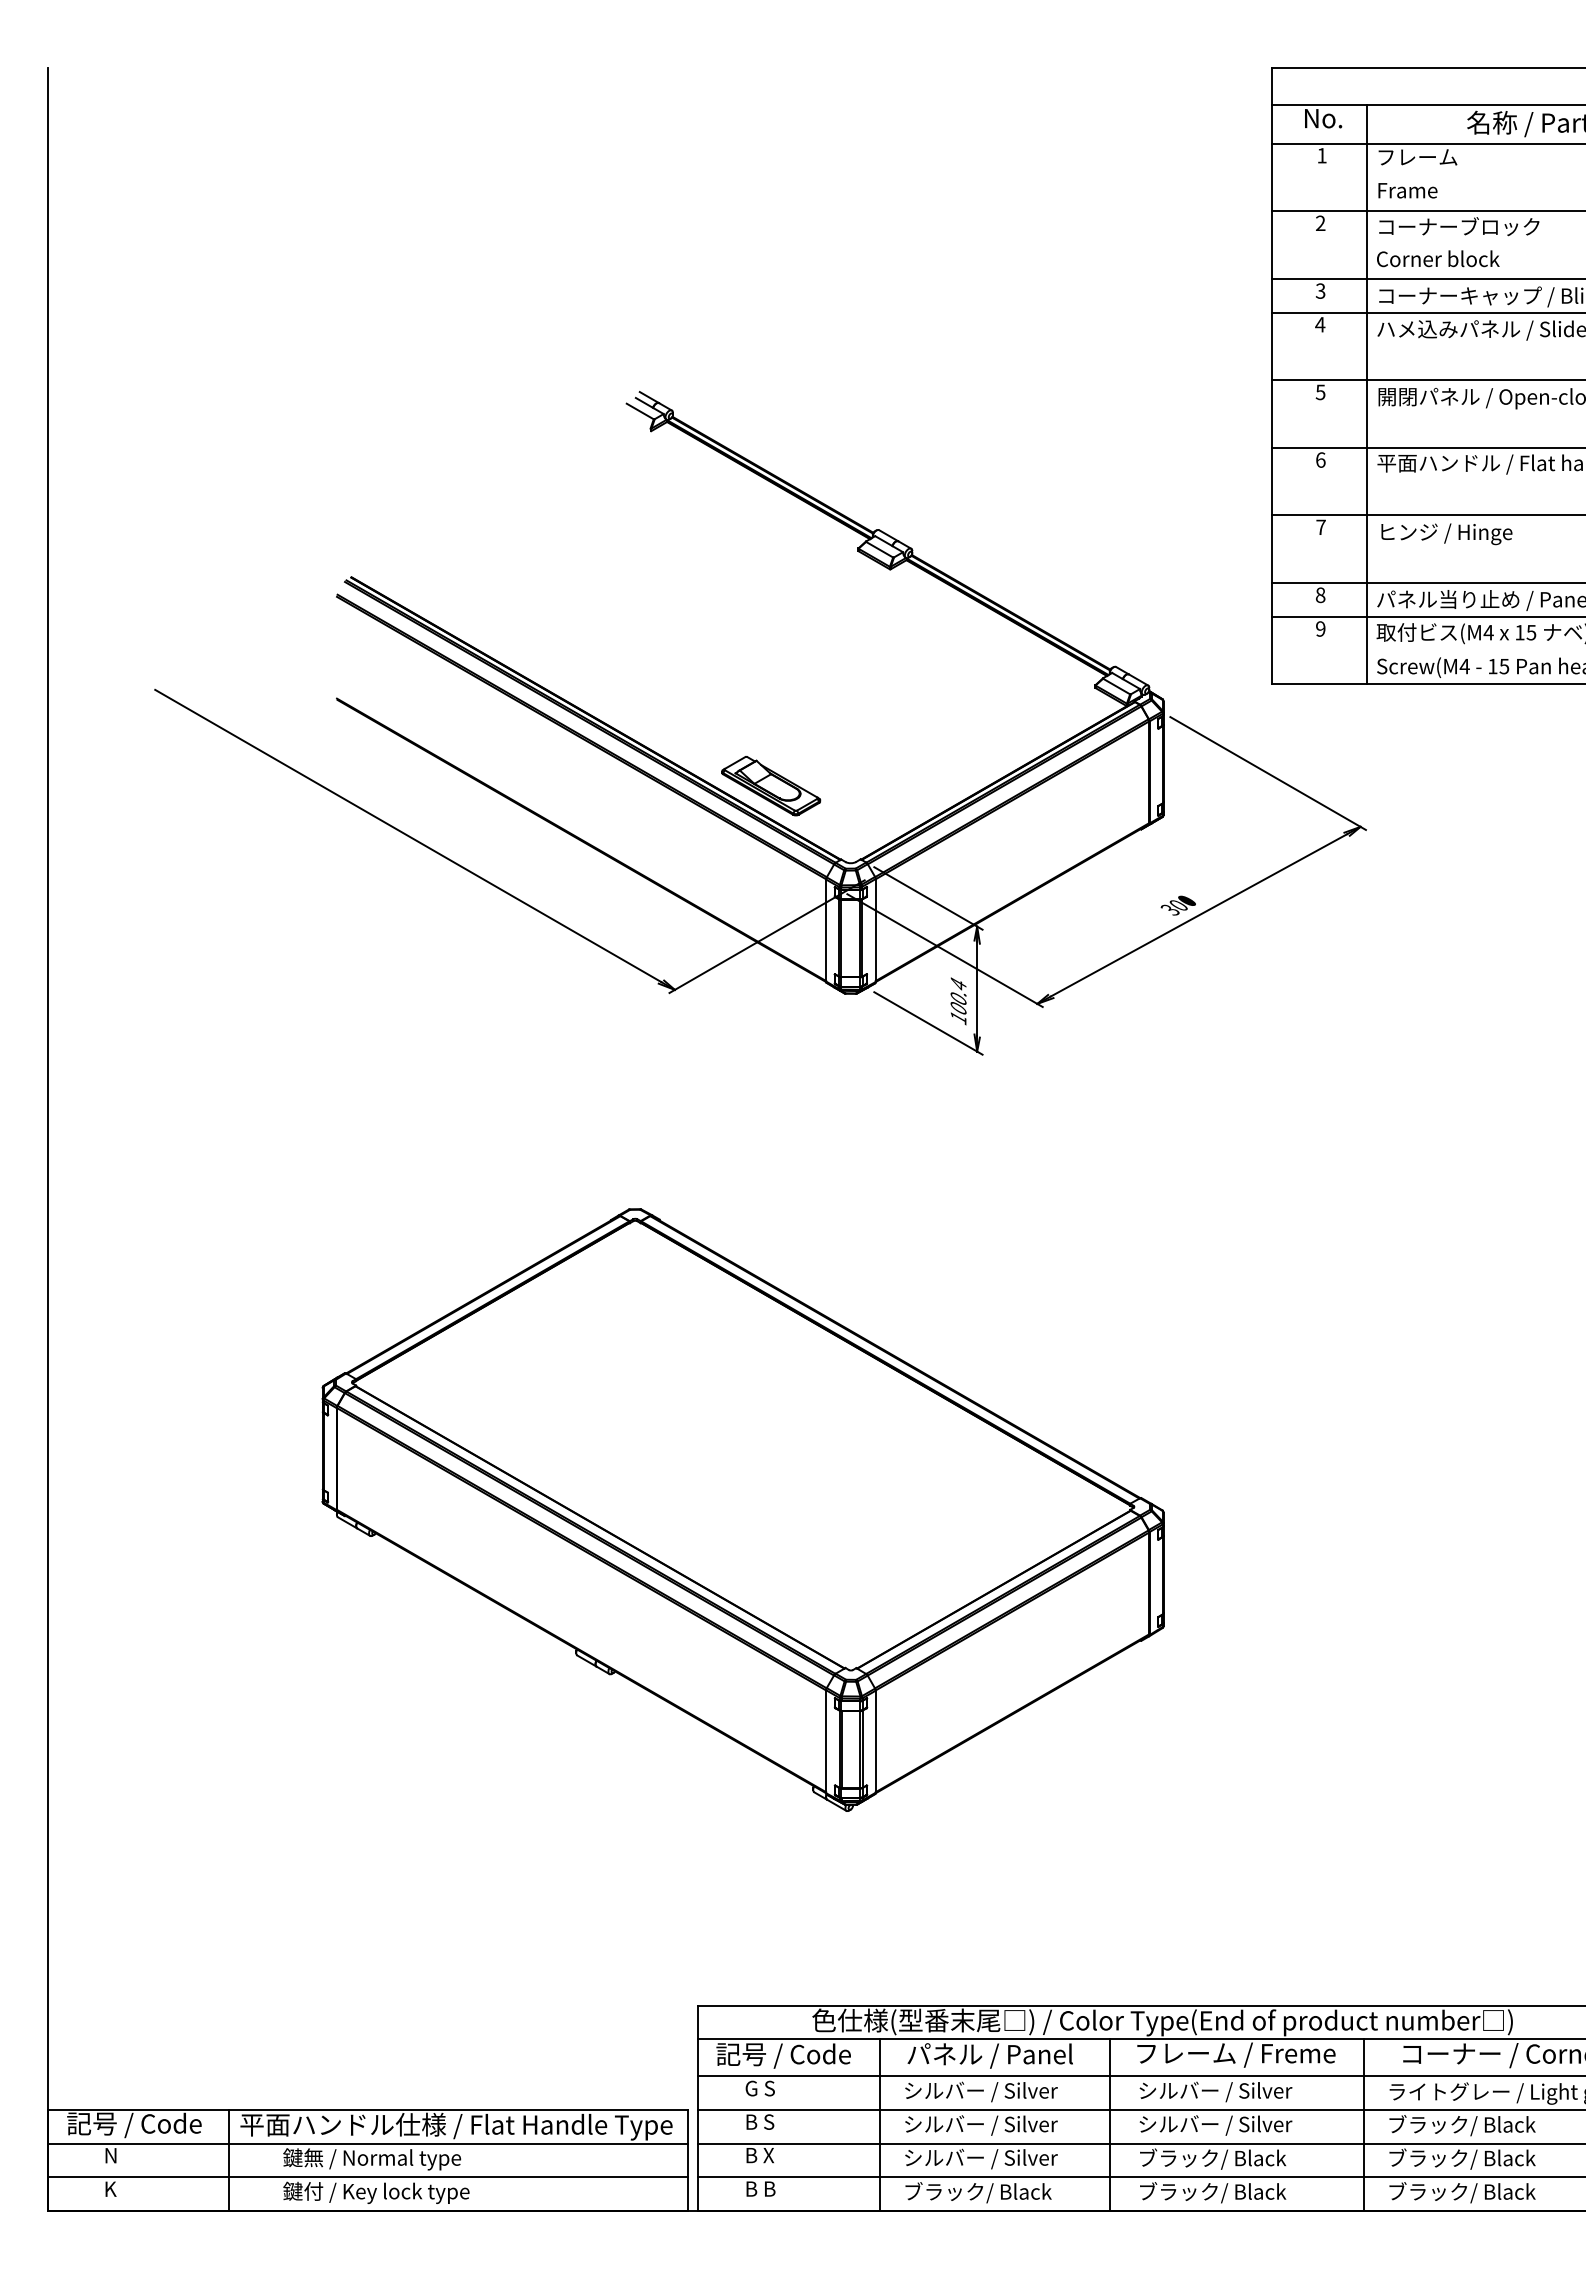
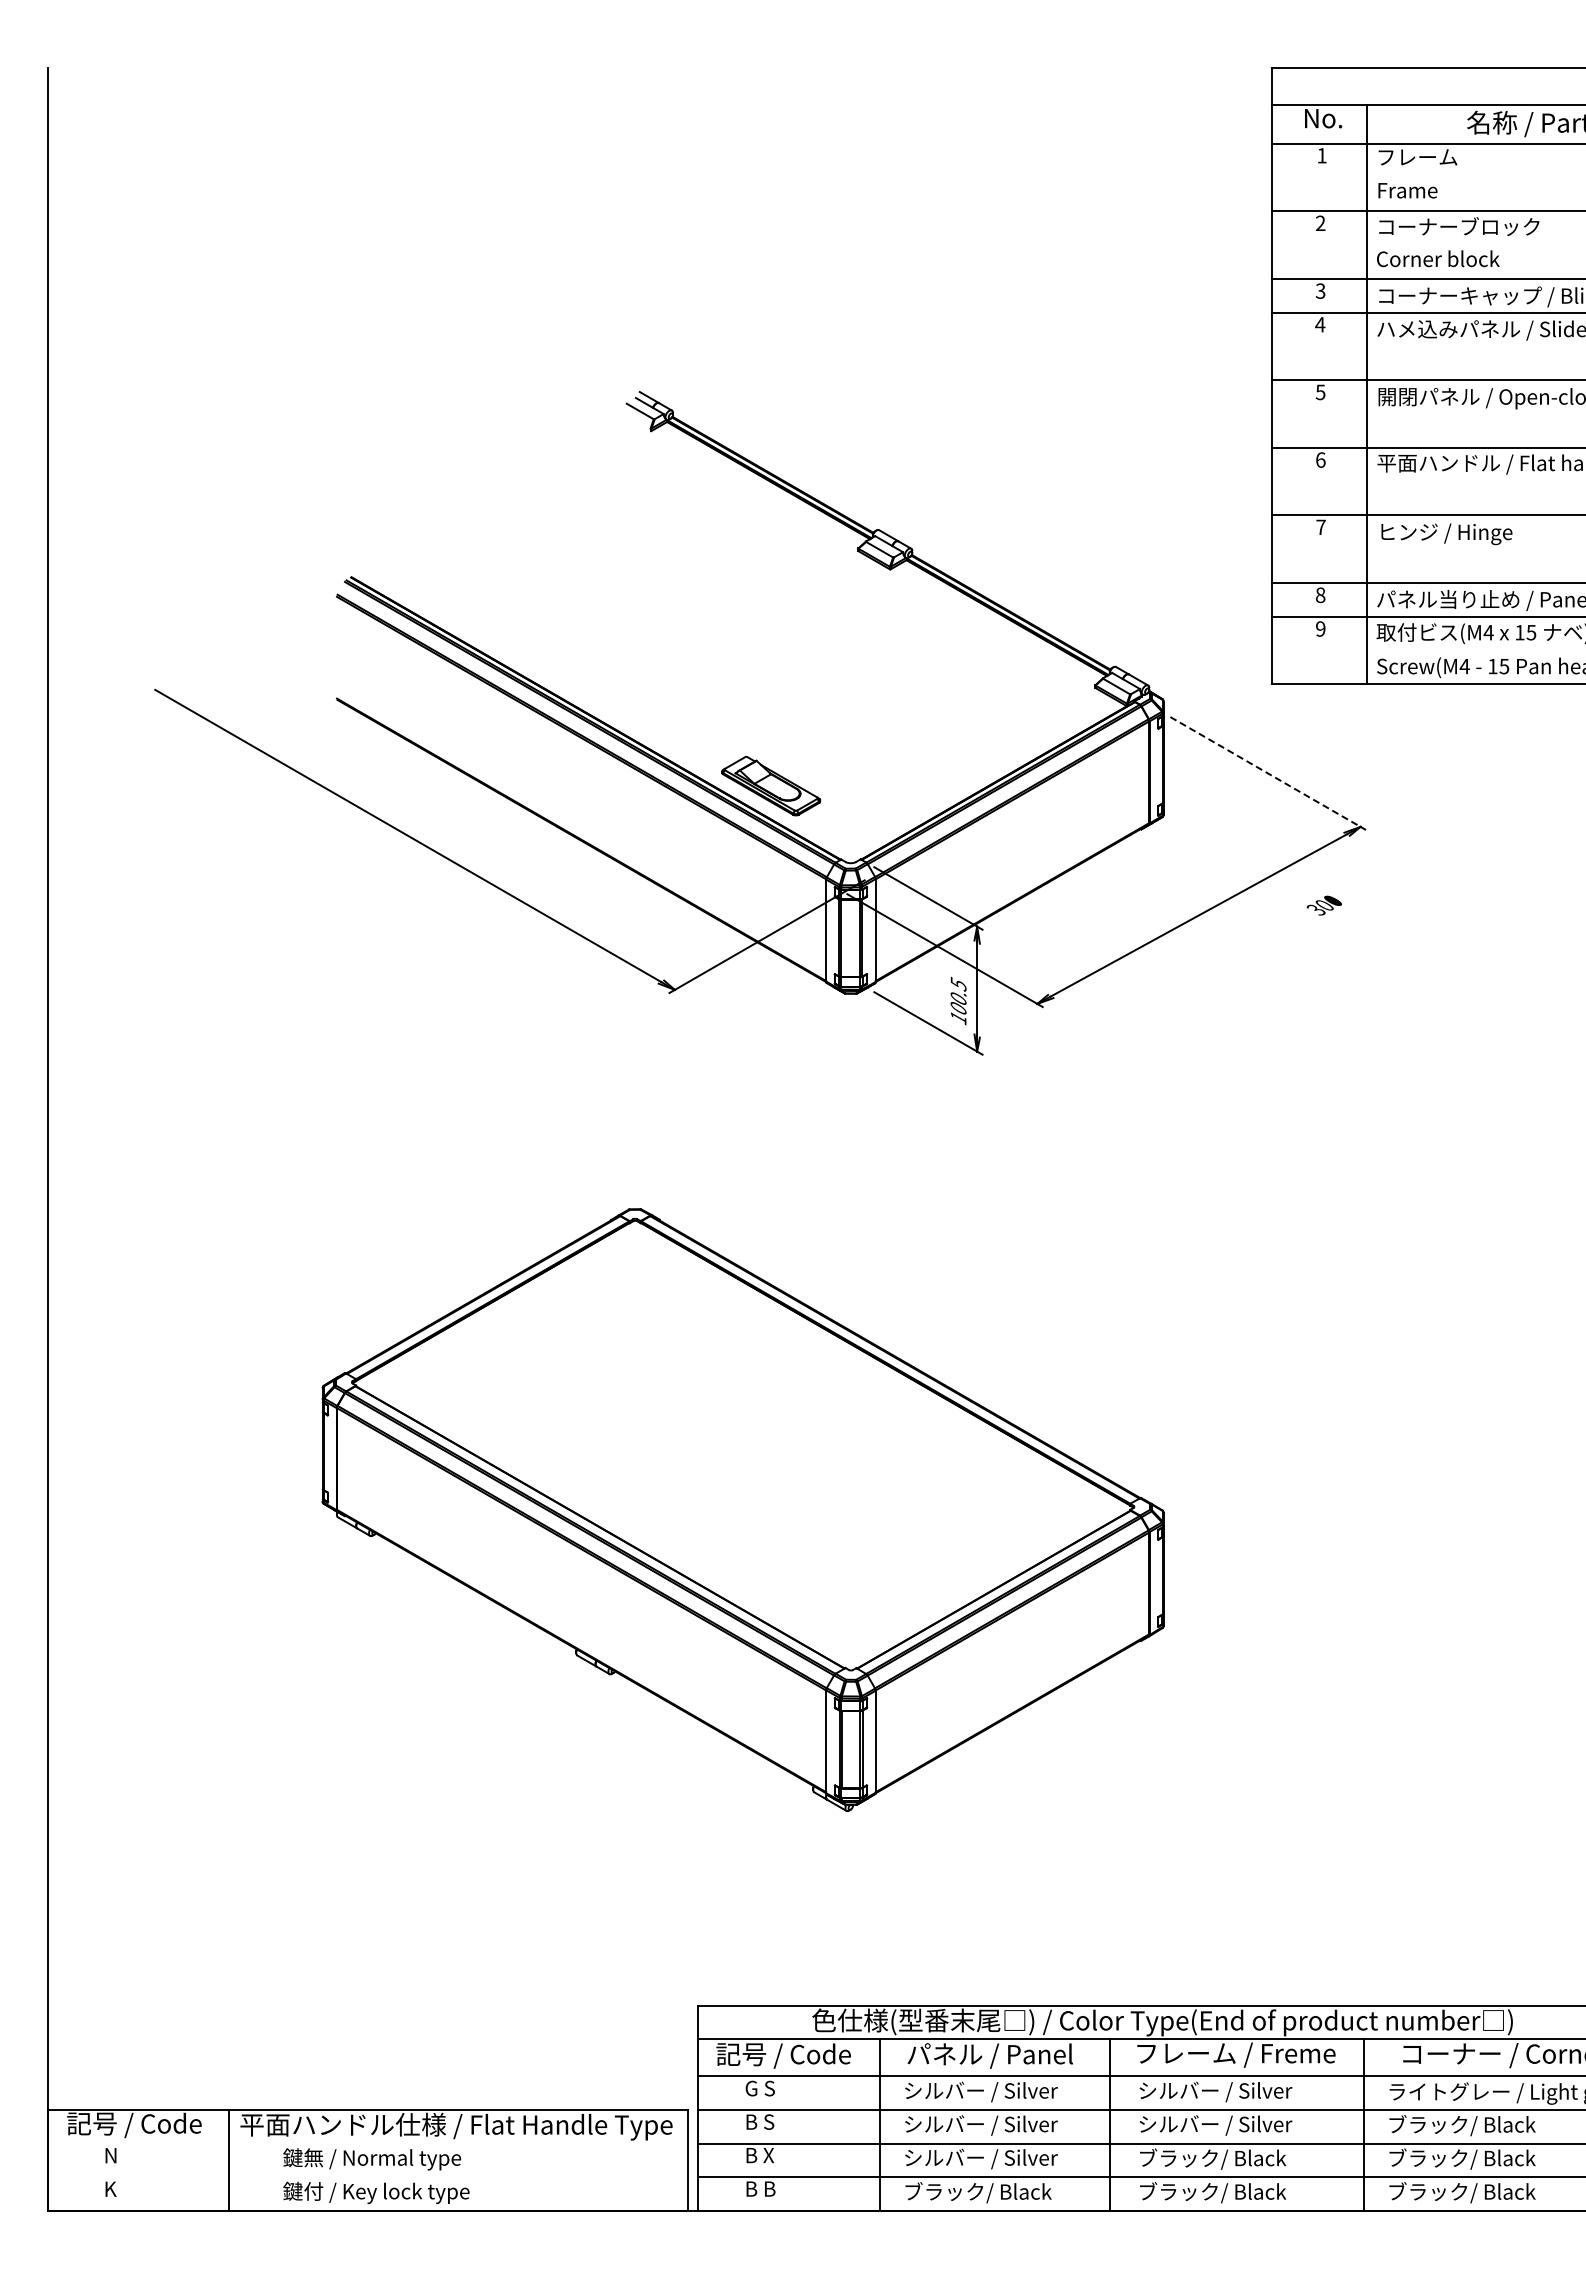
line at (1268, 773): solid -> dashed
text at (1177, 905) position: (1177, 905) -> (1323, 905)
text at (958, 983): 100.4 -> 100.5
line at (367, 2143): present -> none
line at (367, 2177): present -> none
